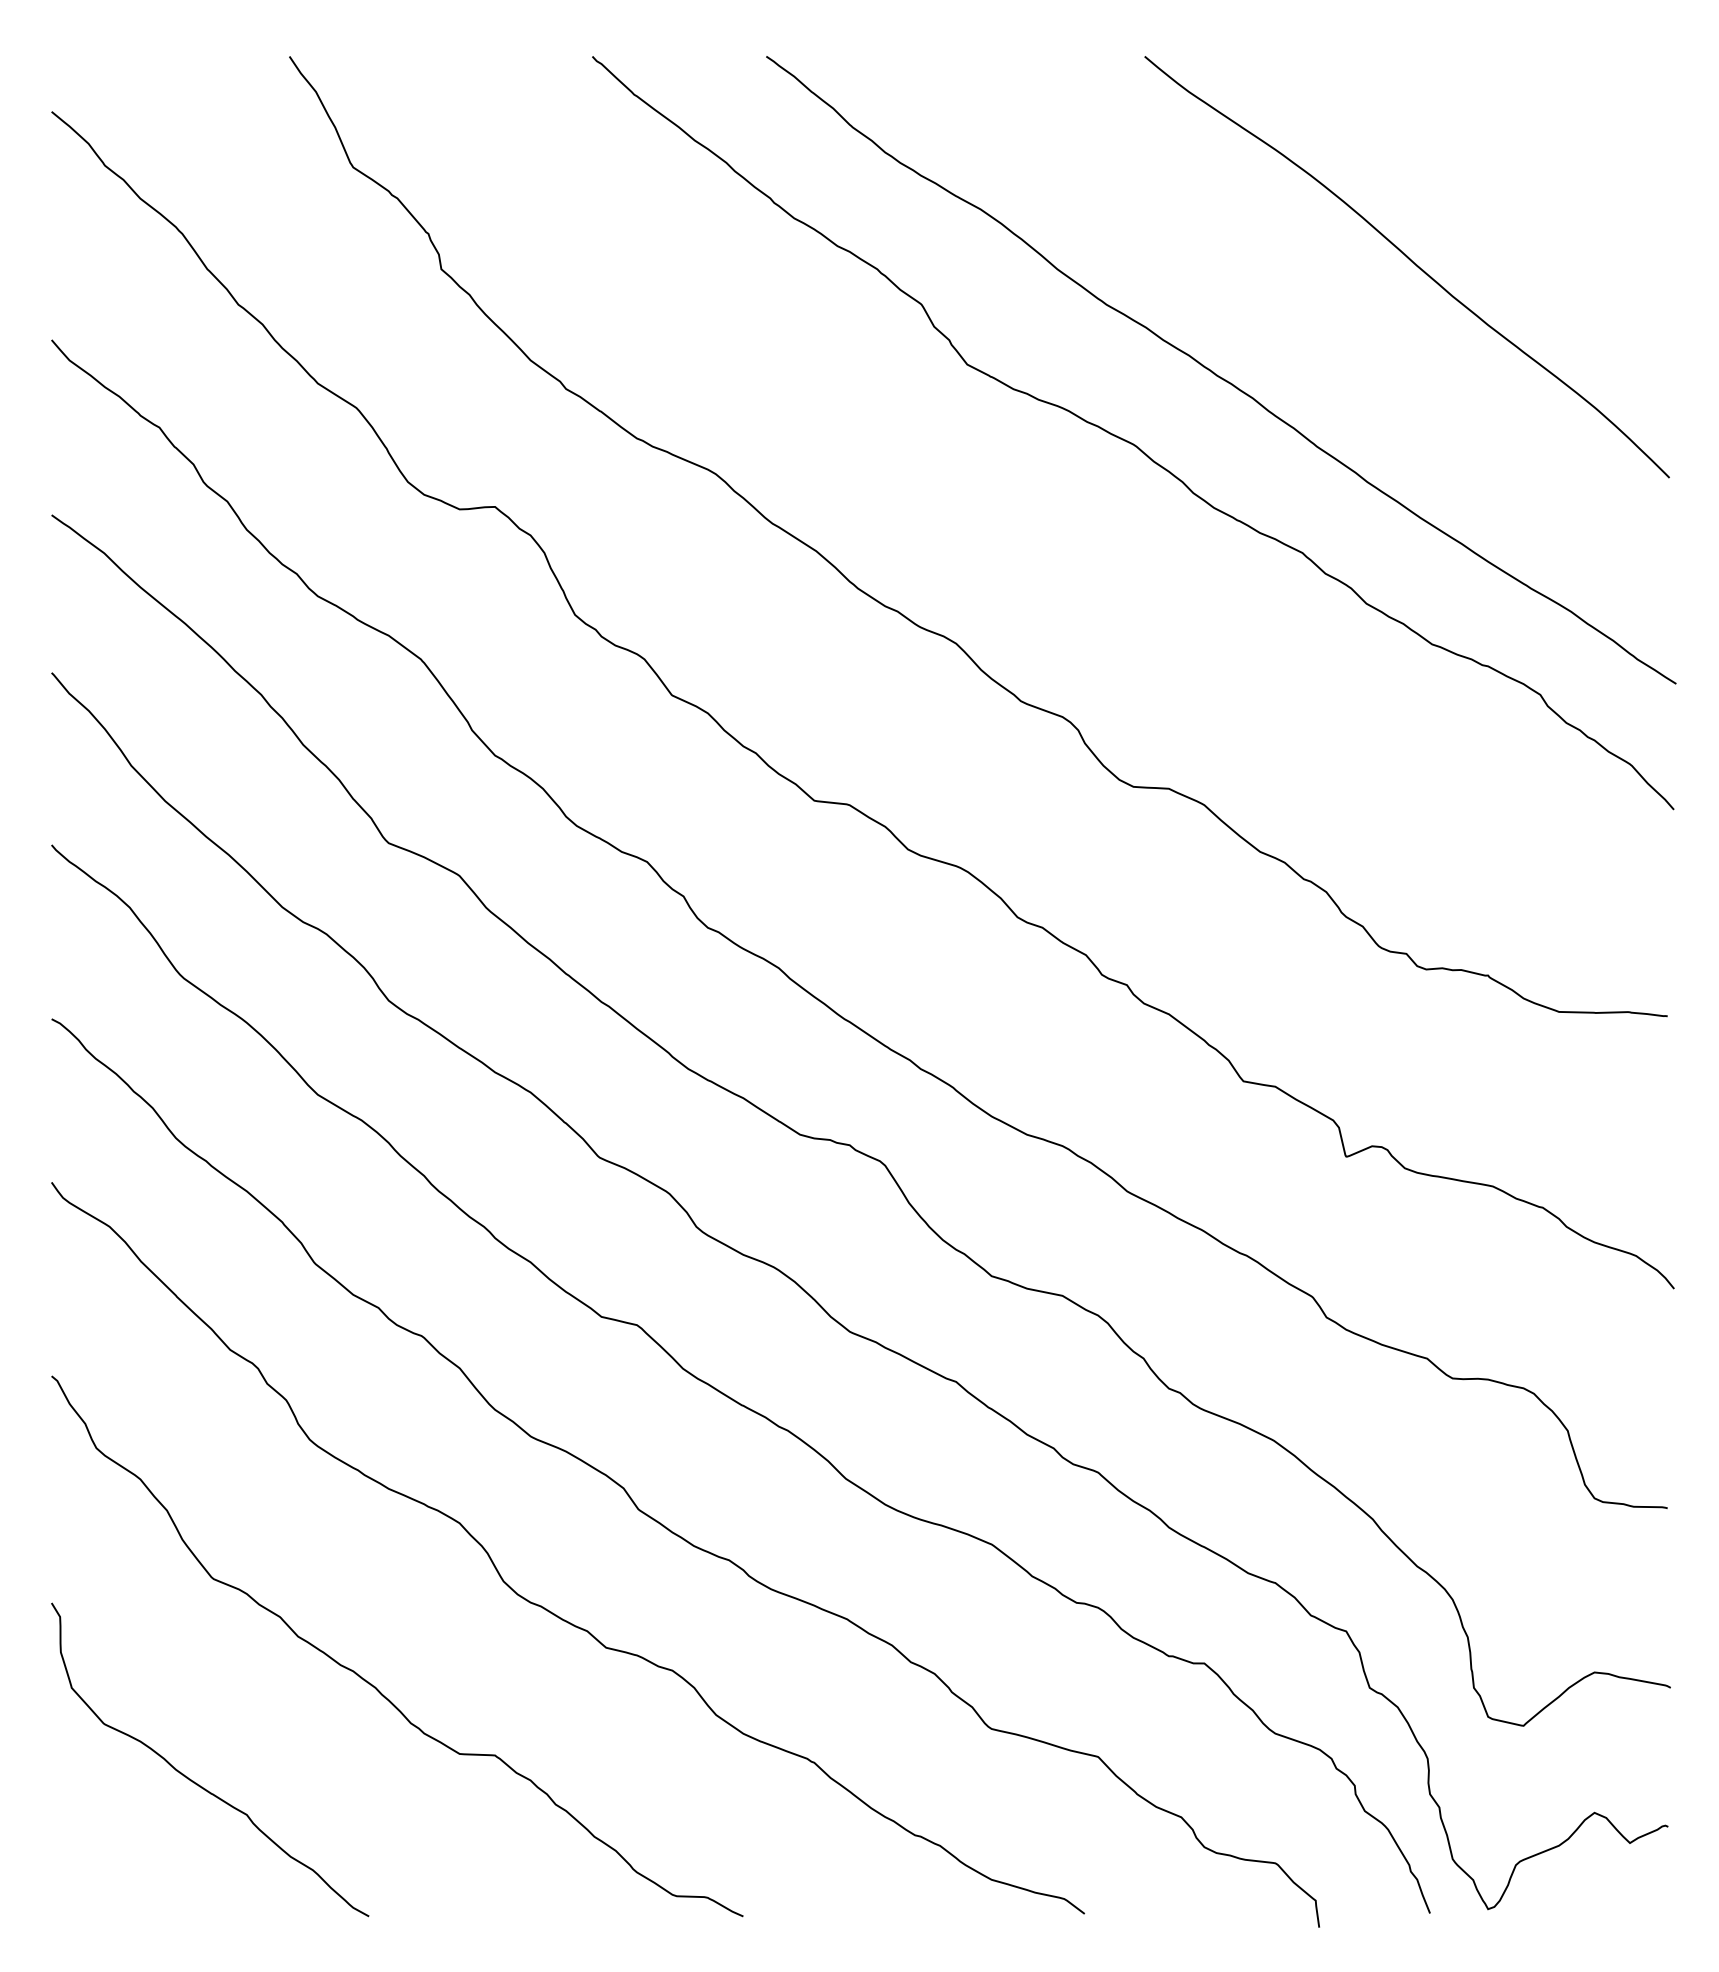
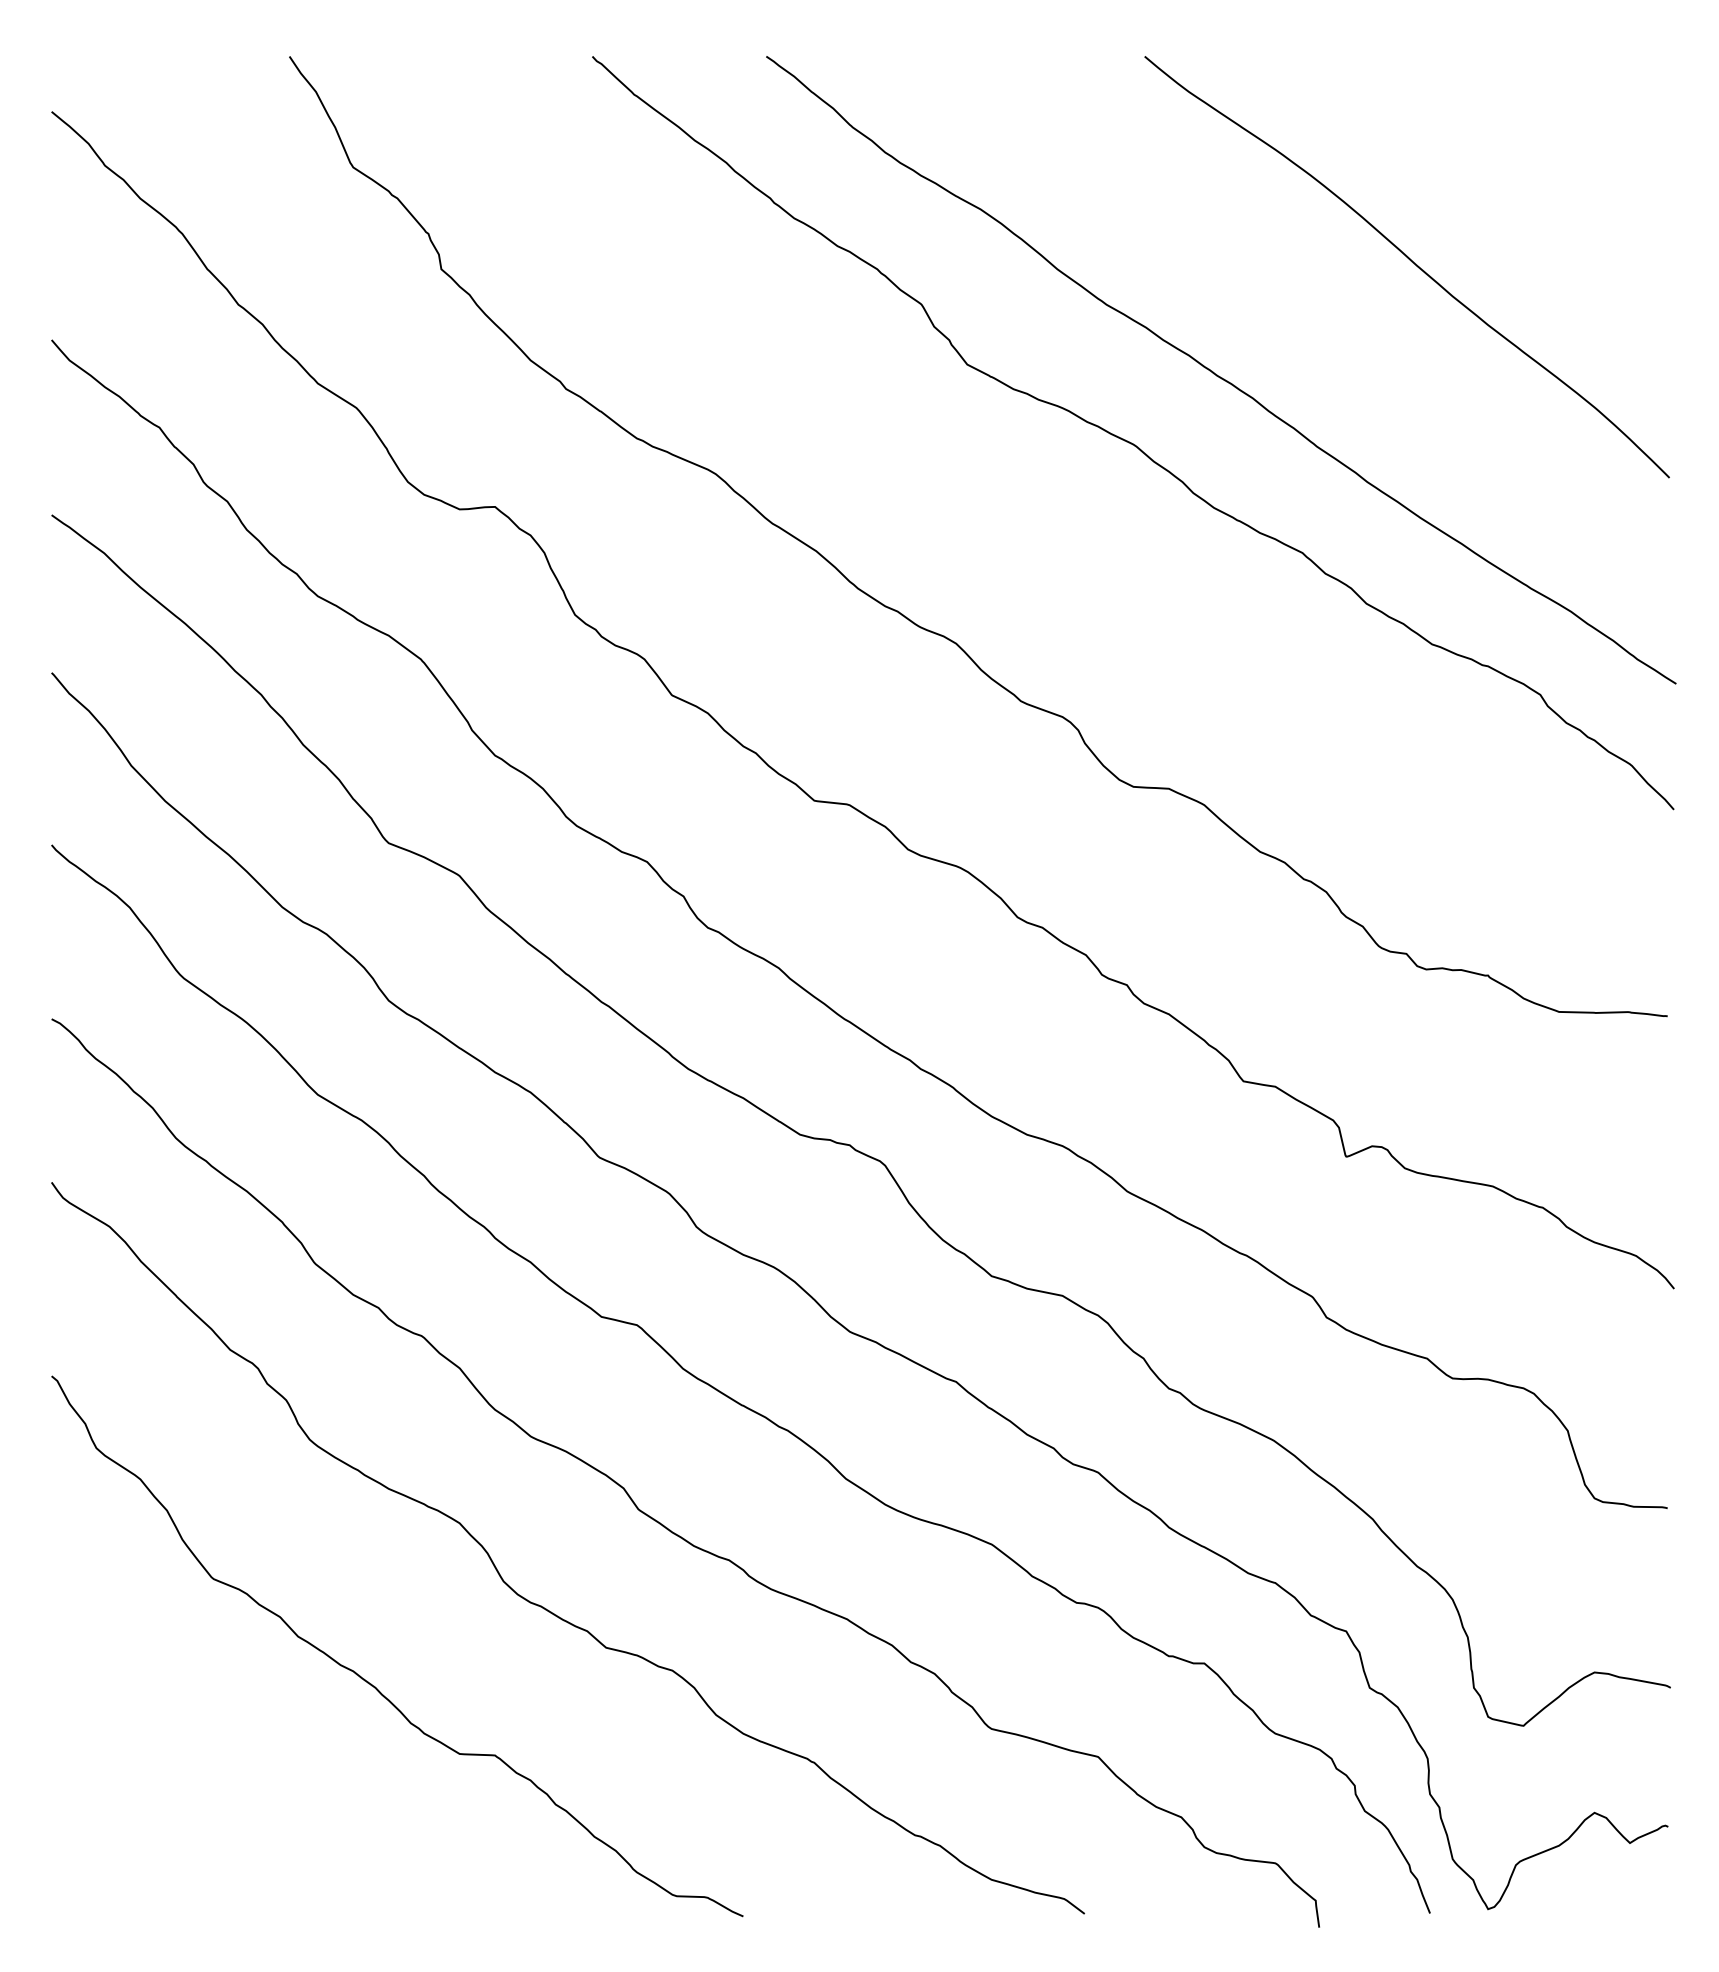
curve at (196, 1782): present -> none
